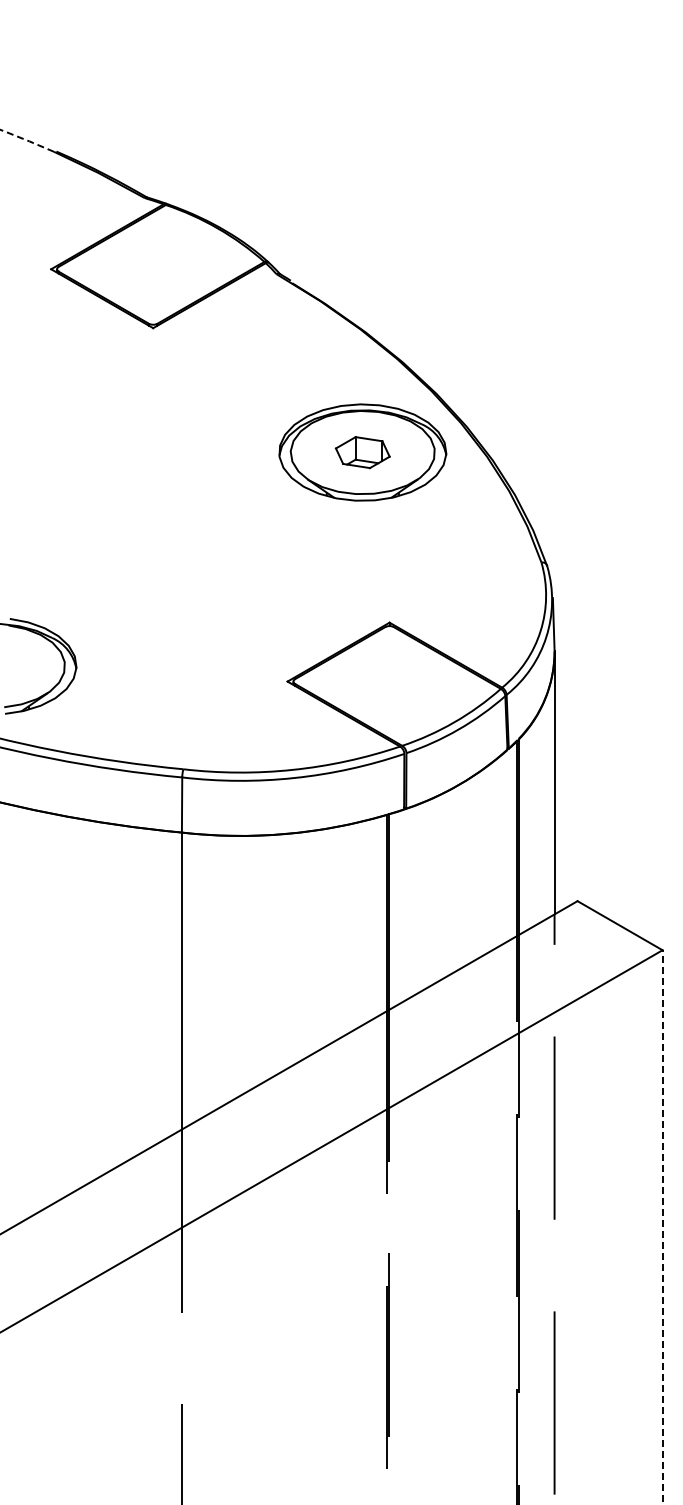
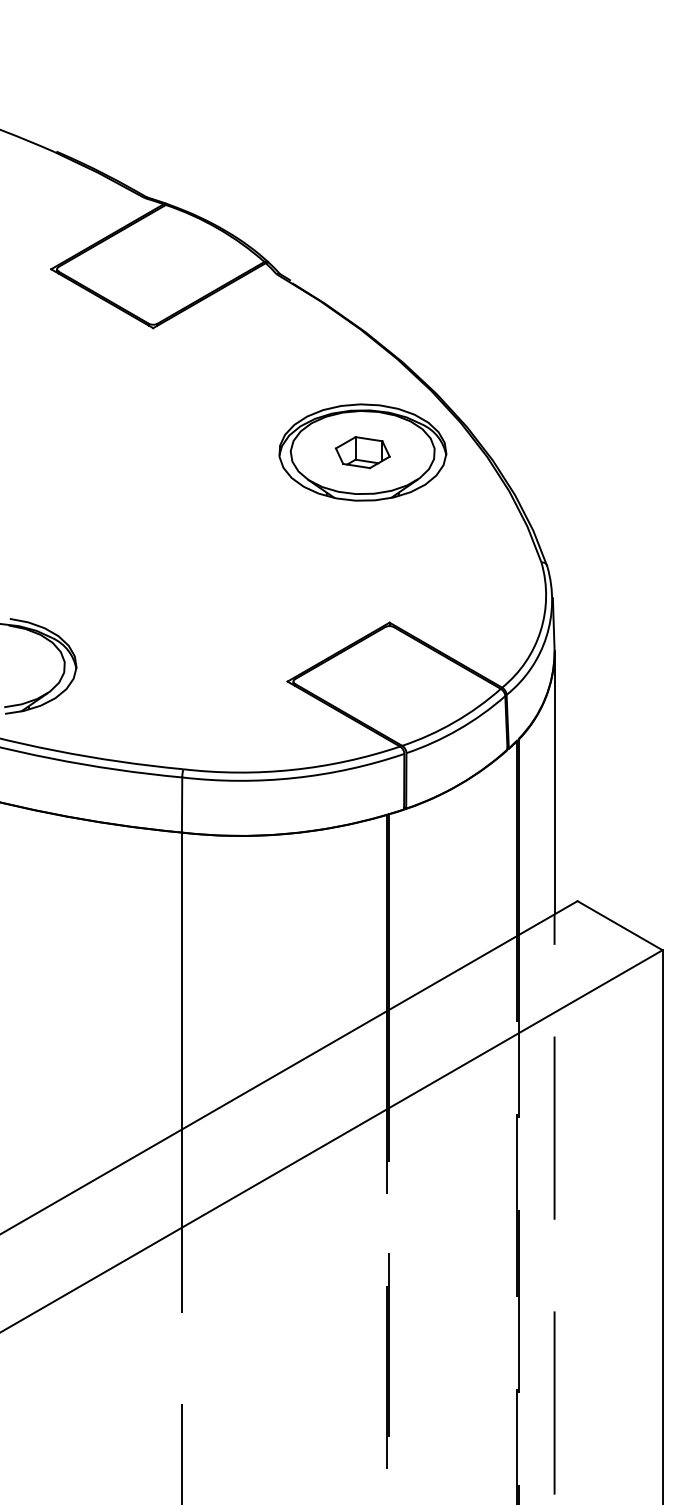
arc at (26, 140): dashed -> solid
line at (662, 1227): dashed -> solid
